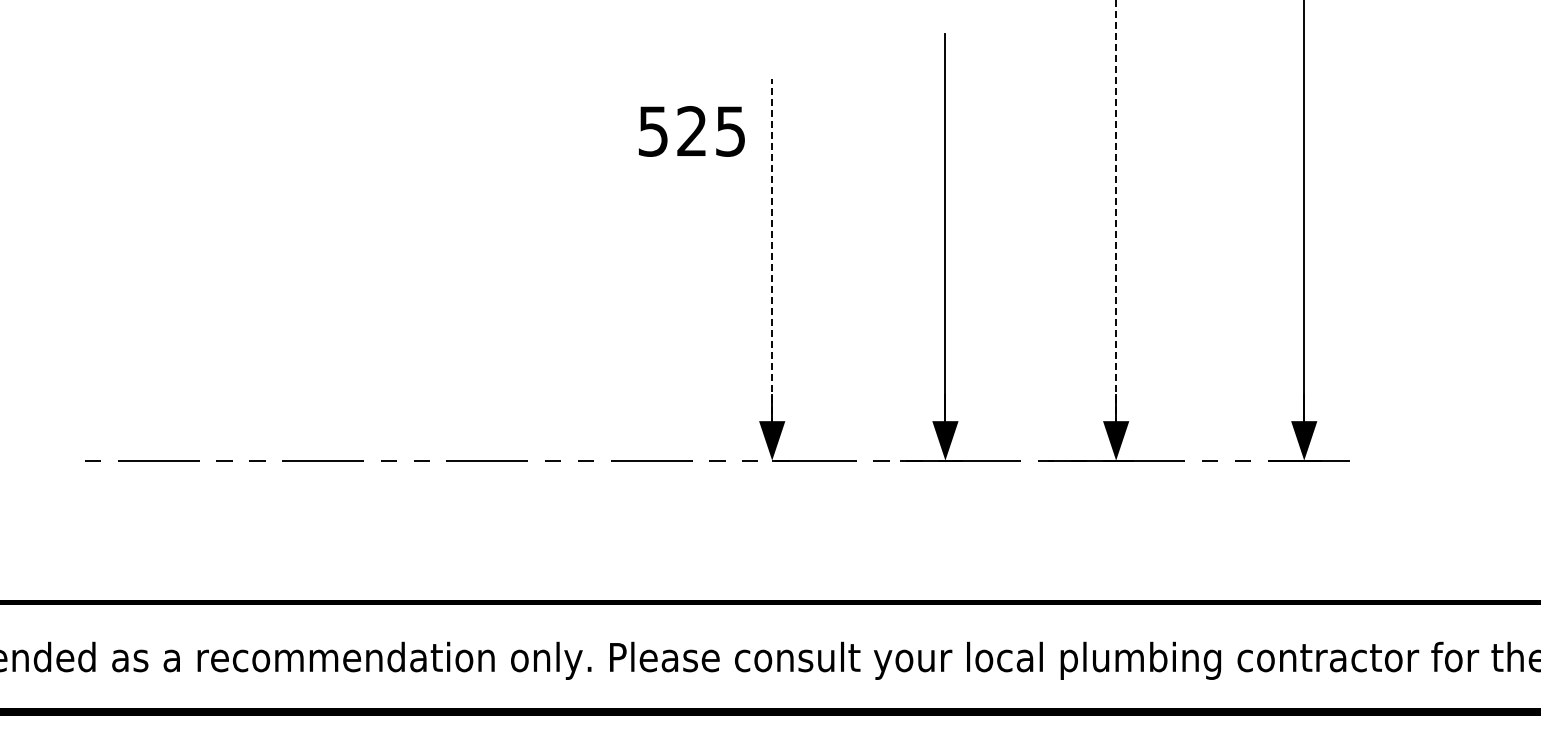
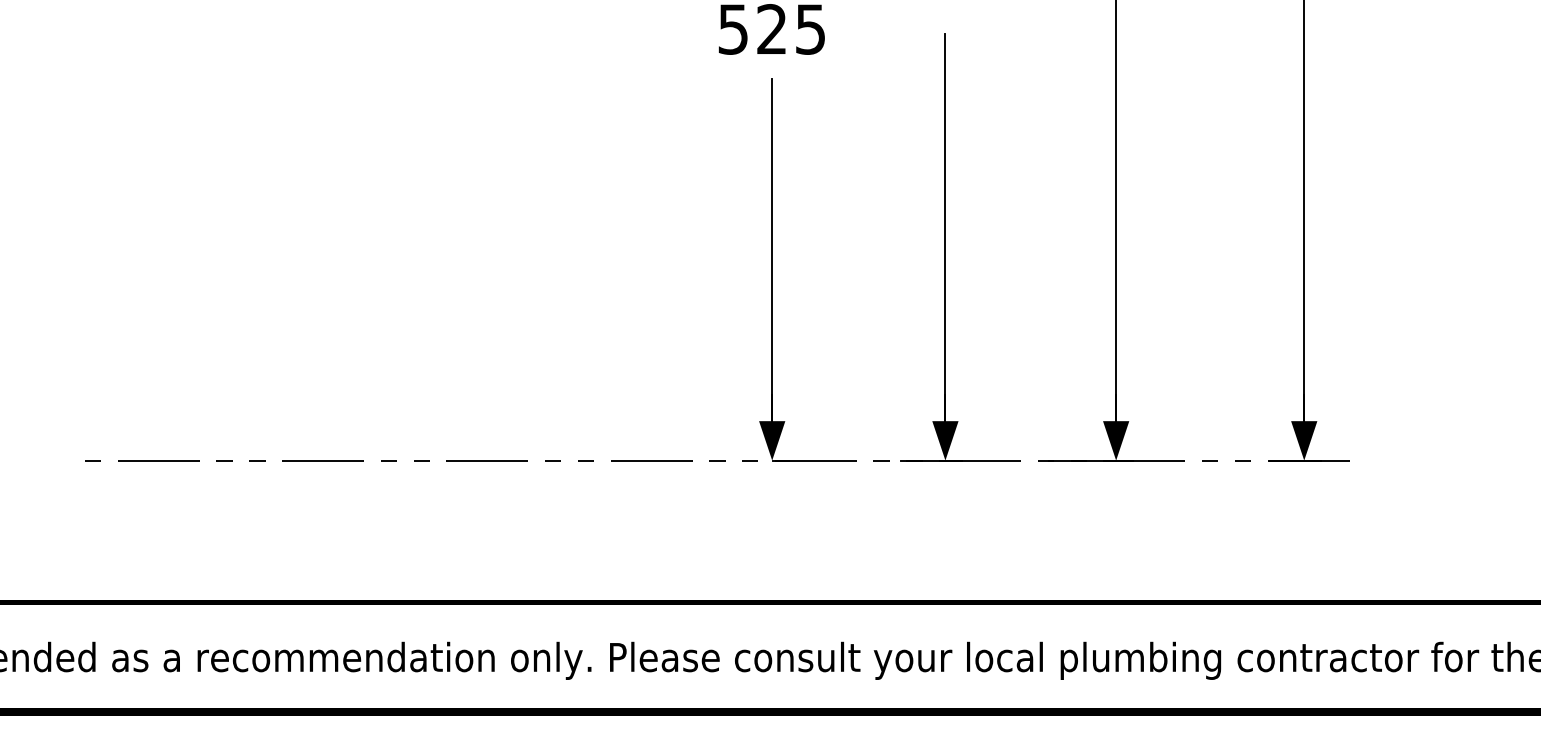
text at (691, 131) position: (691, 131) -> (771, 29)
line at (1116, 223): dashed -> solid
line at (772, 262): dashed -> solid
